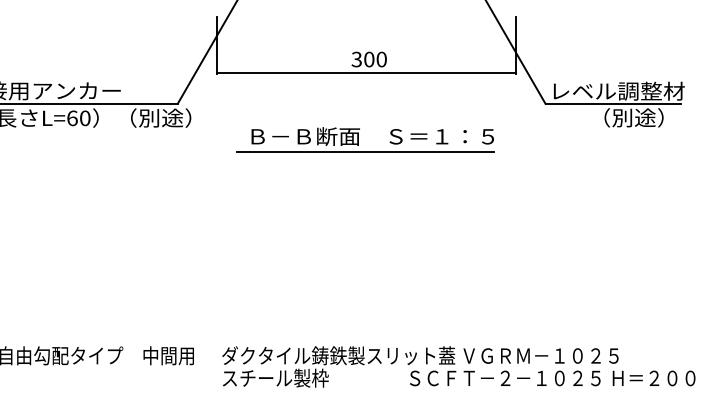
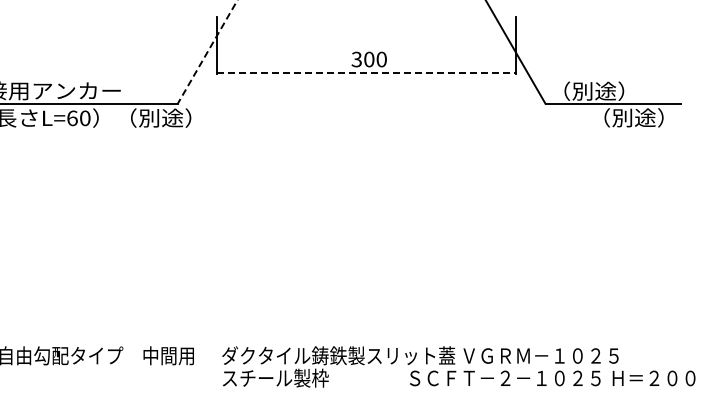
line at (207, 51): solid -> dashed
line at (367, 72): solid -> dashed
text at (618, 90): レベル調整材 -> （別途）
part at (358, 139): present -> none
